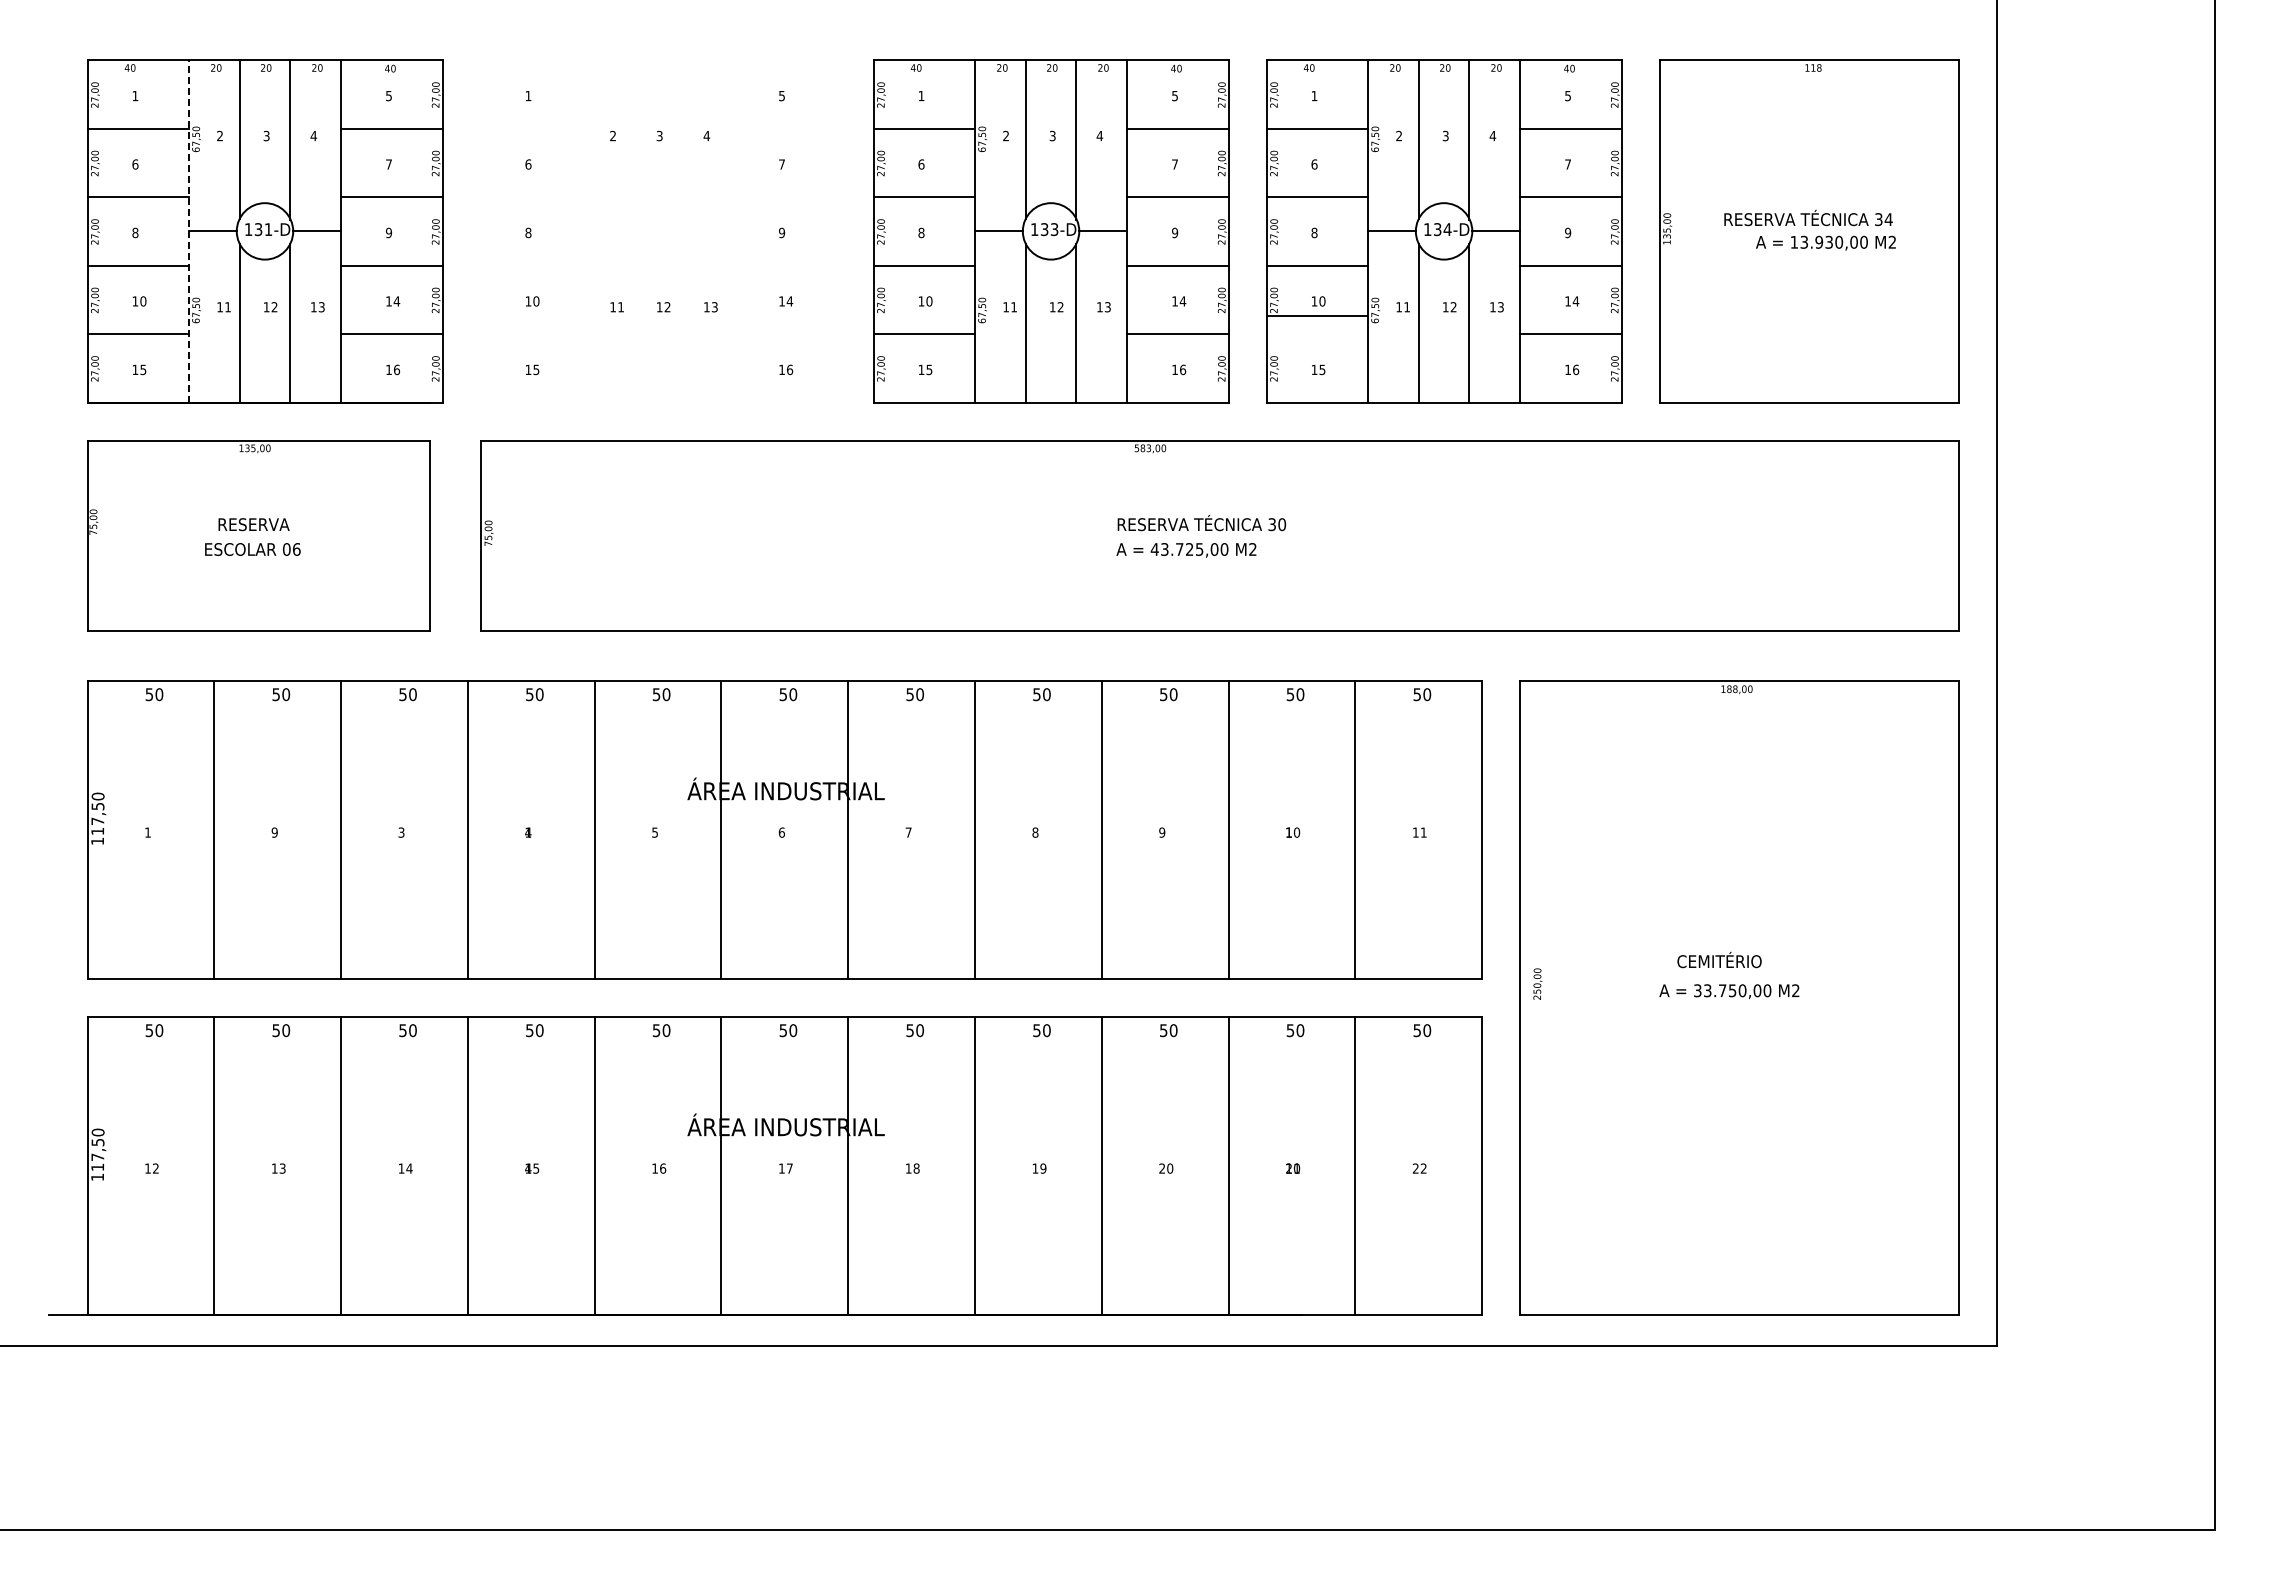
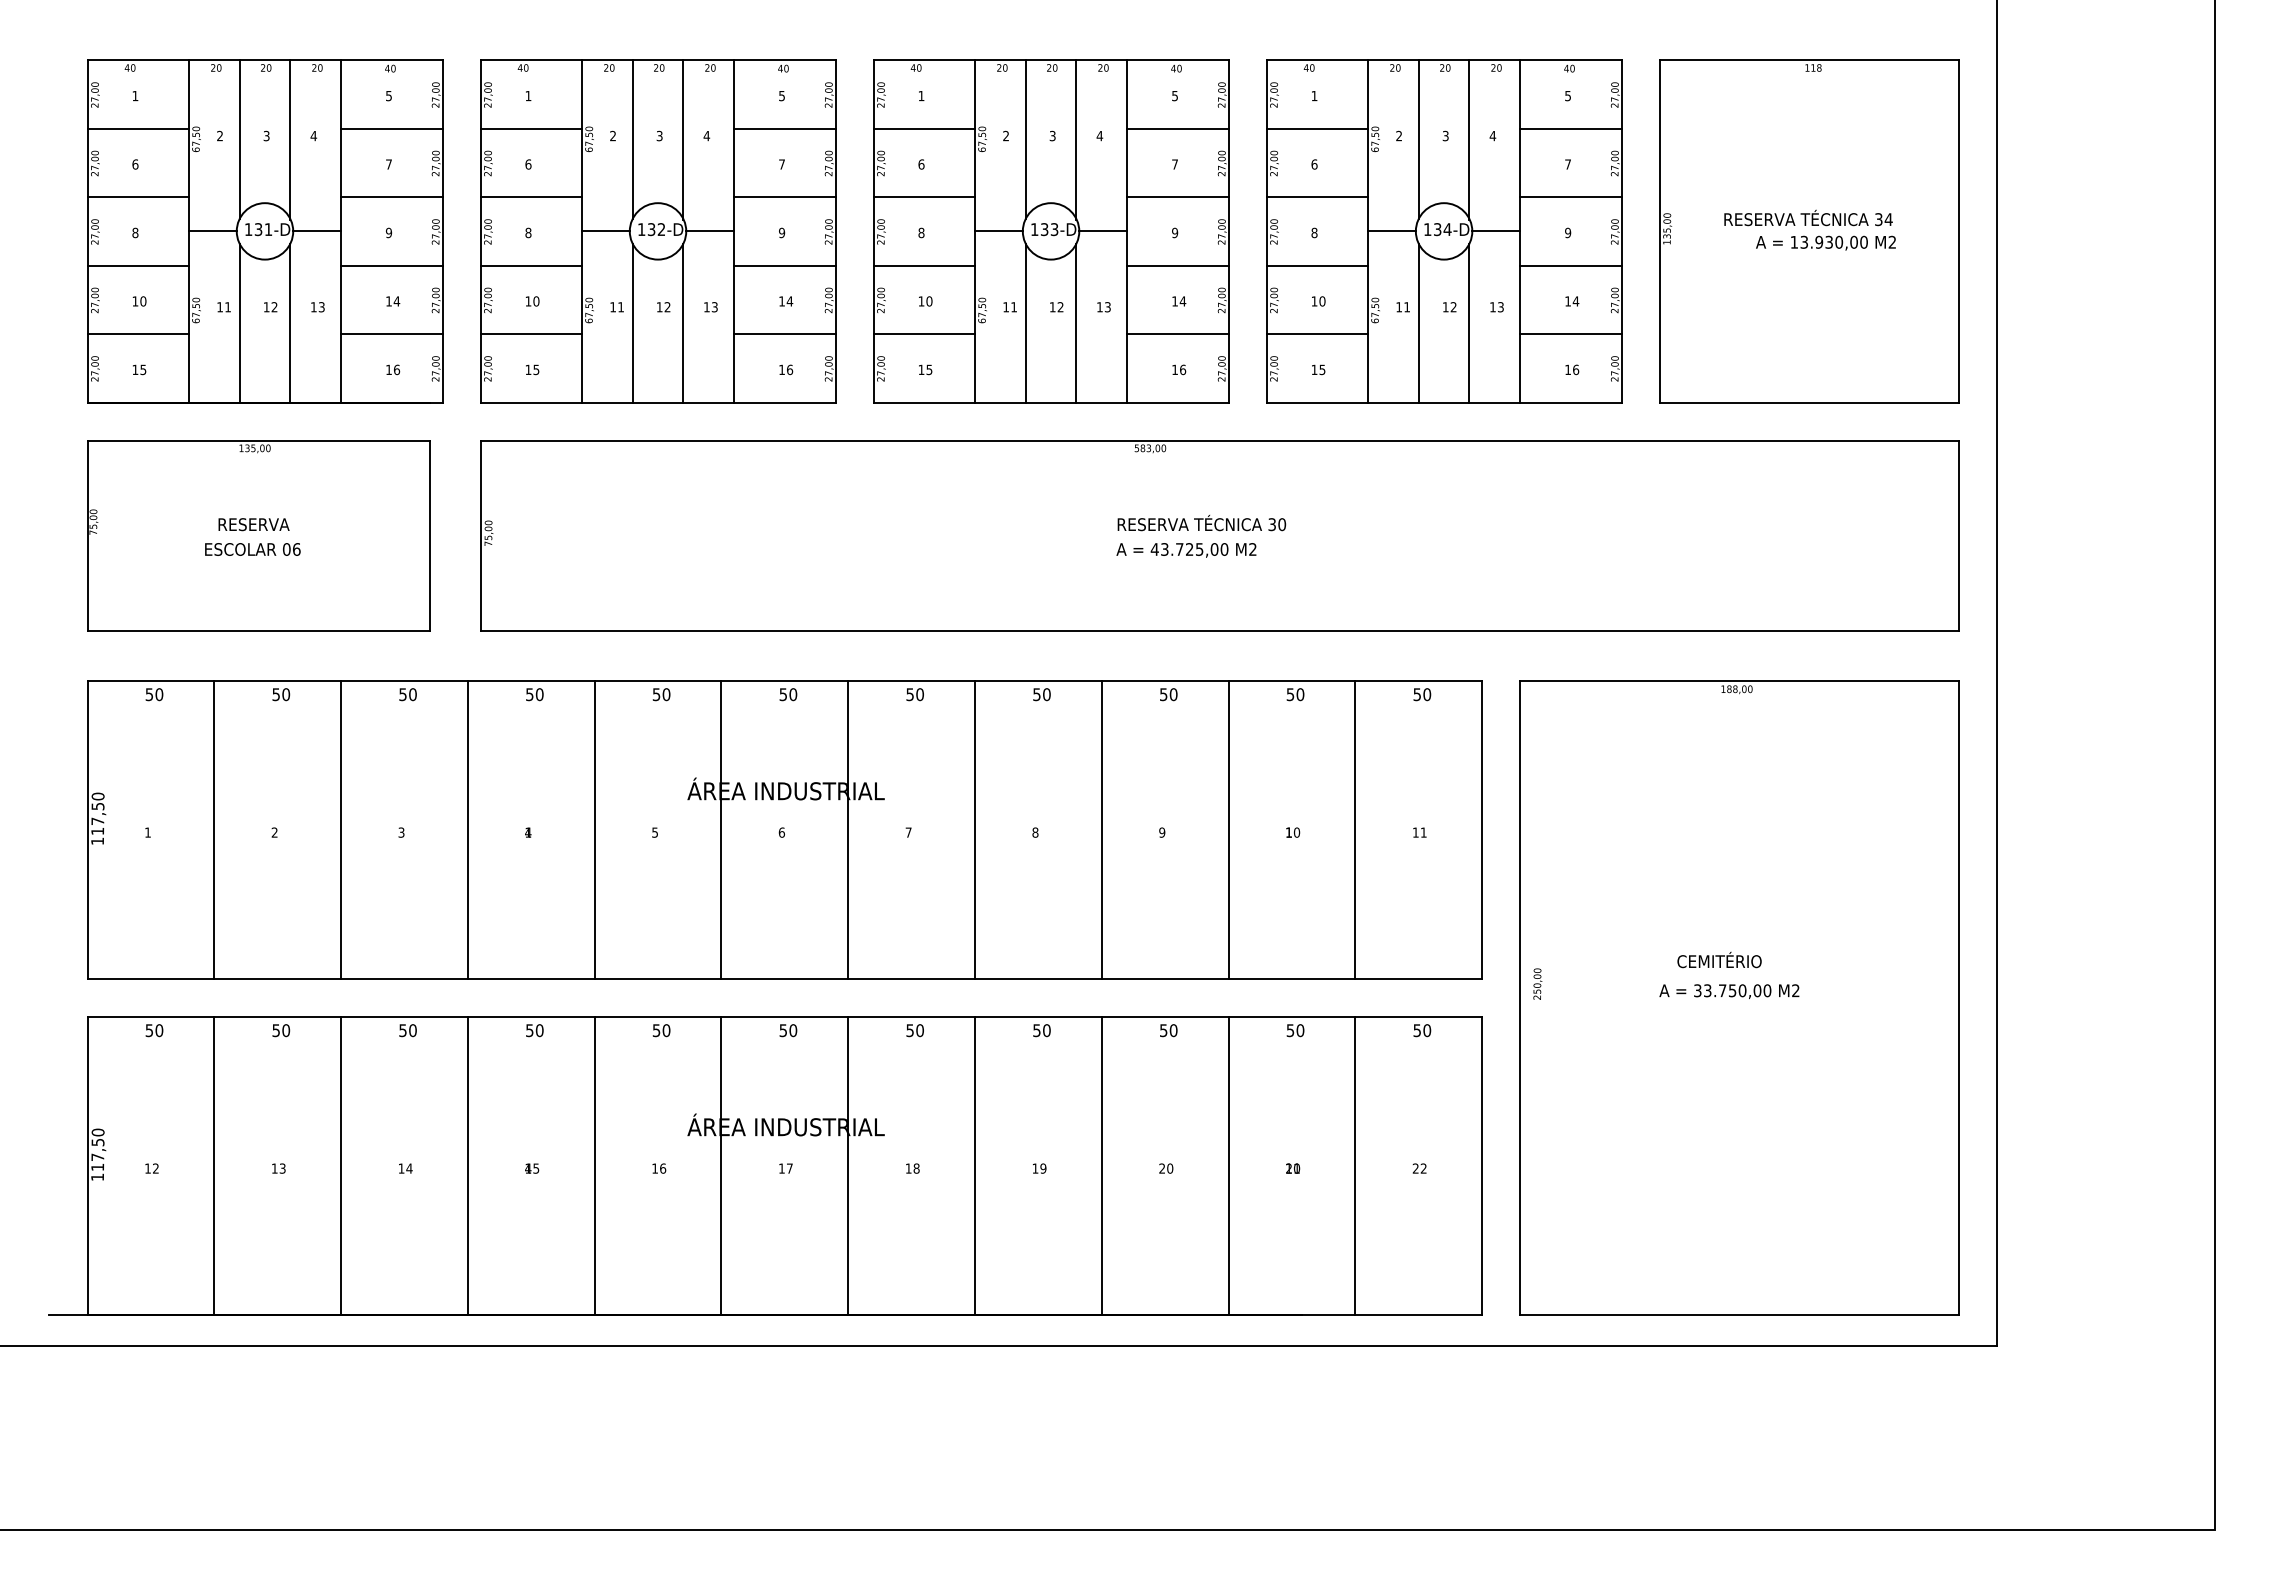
line at (188, 230): dashed -> solid
part at (658, 231): none -> present
line at (1317, 316) position: (1317, 316) -> (1317, 334)
text at (274, 832): 9 -> 2
